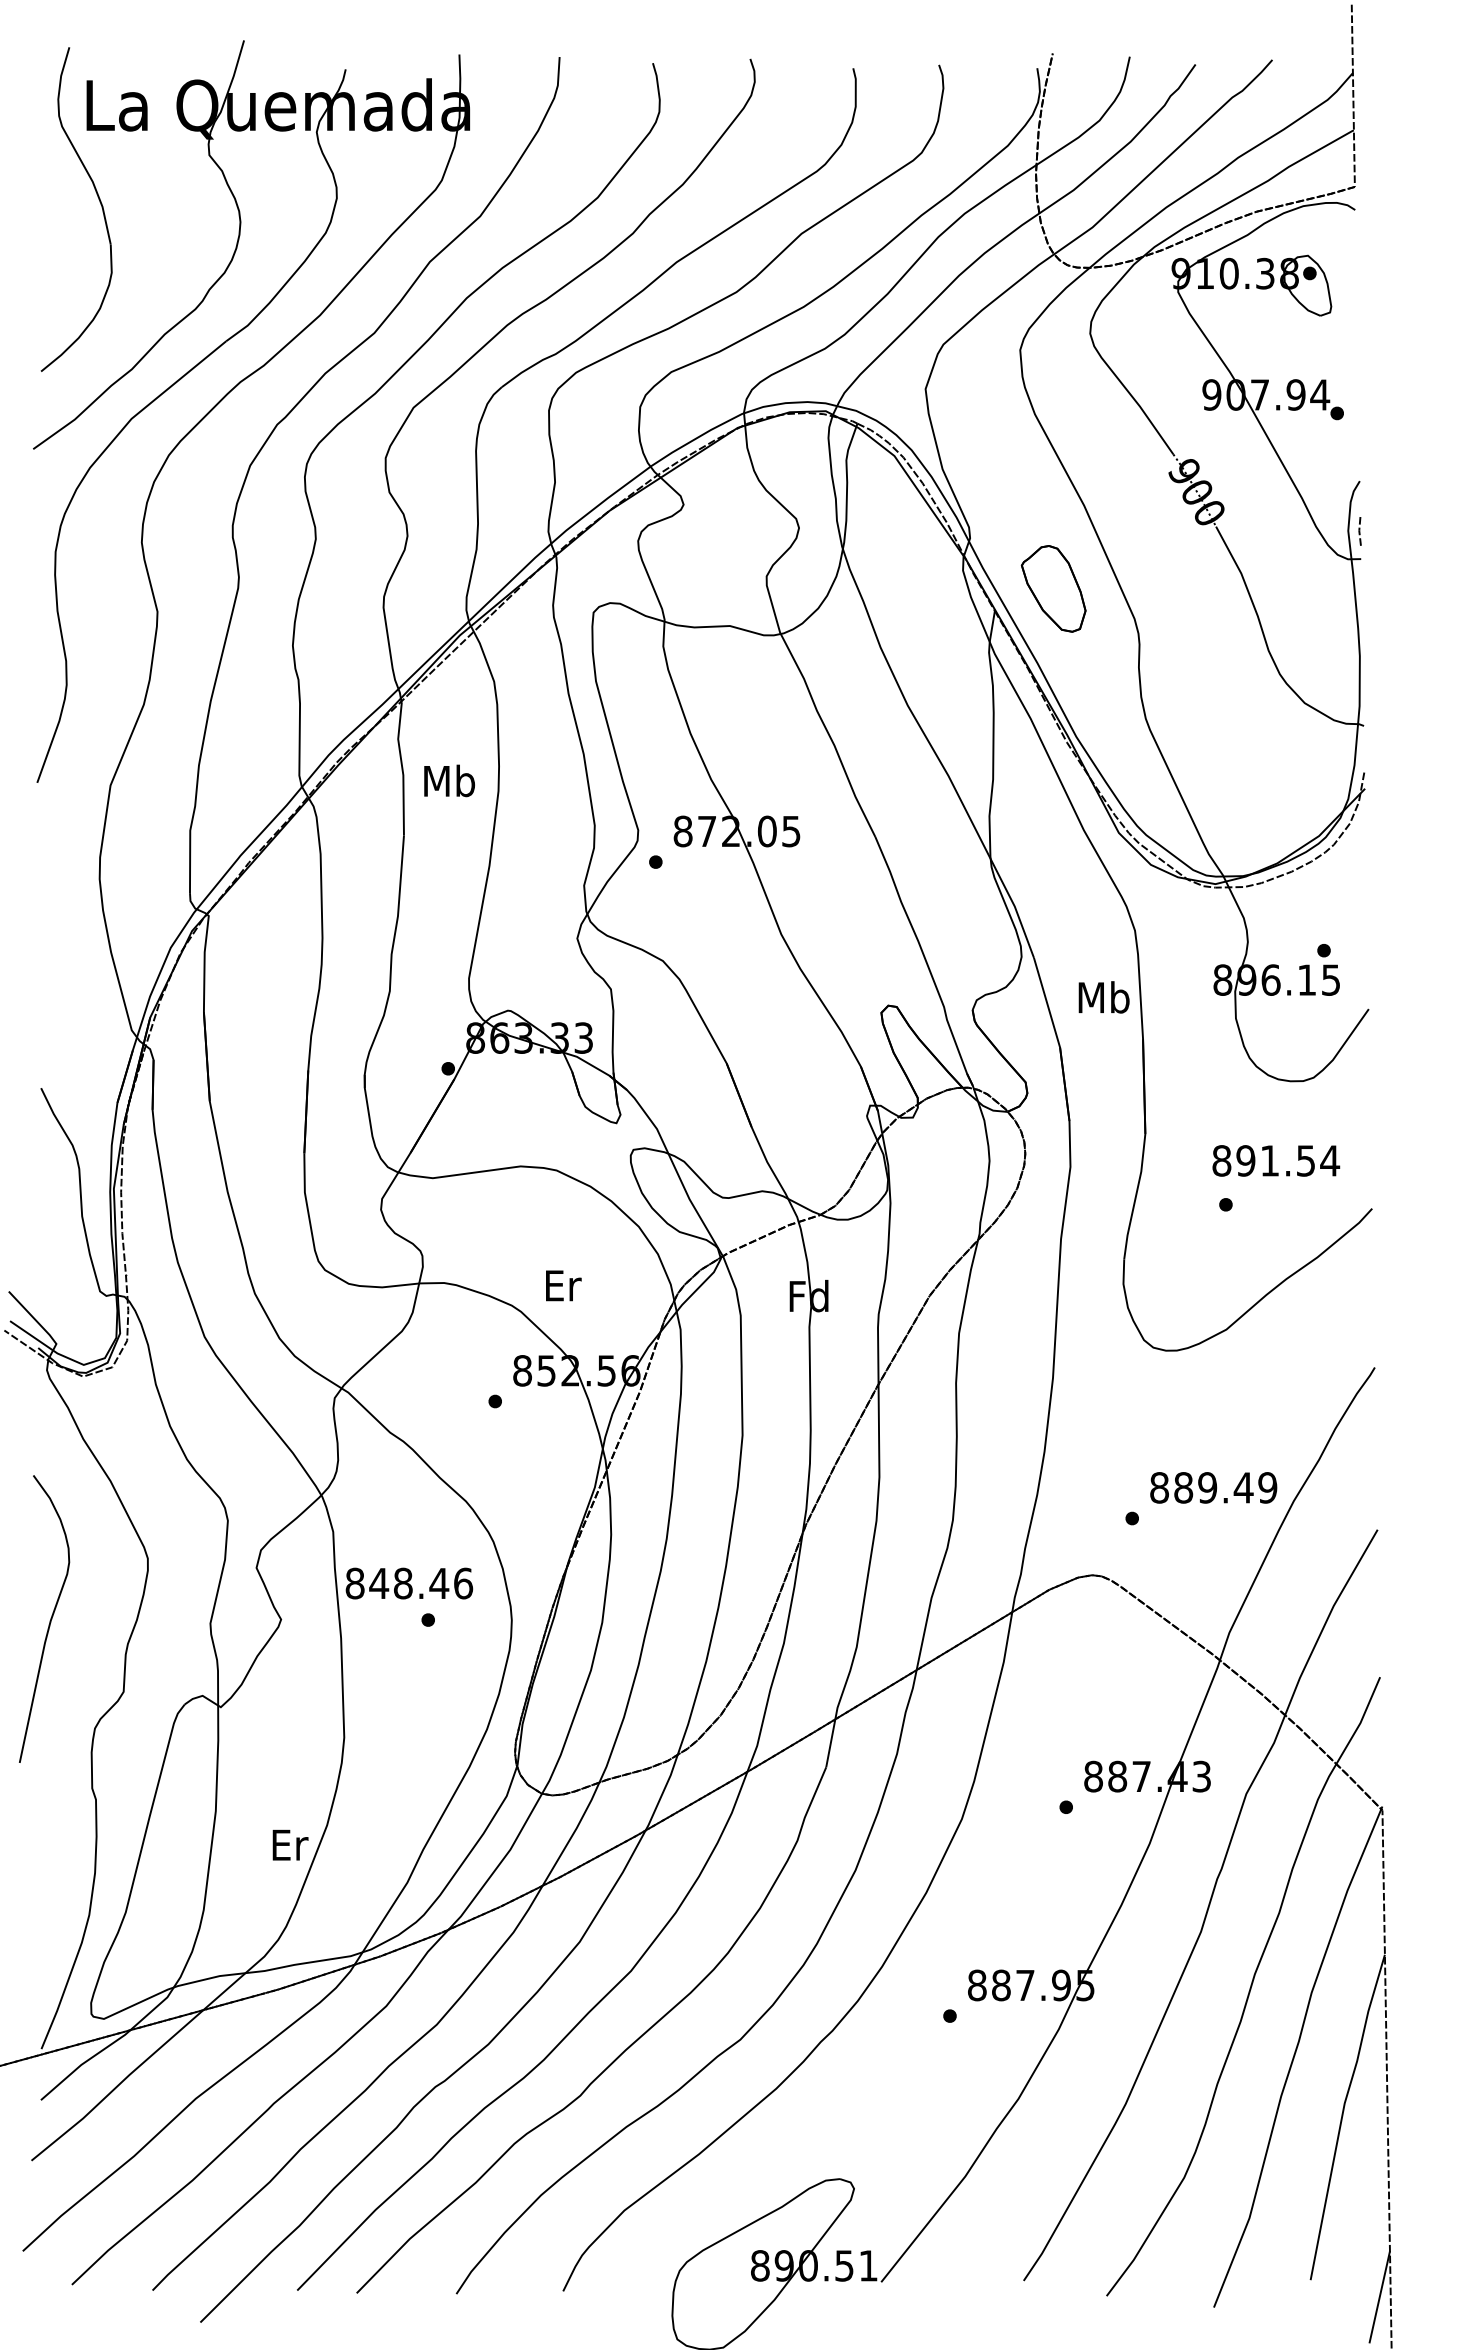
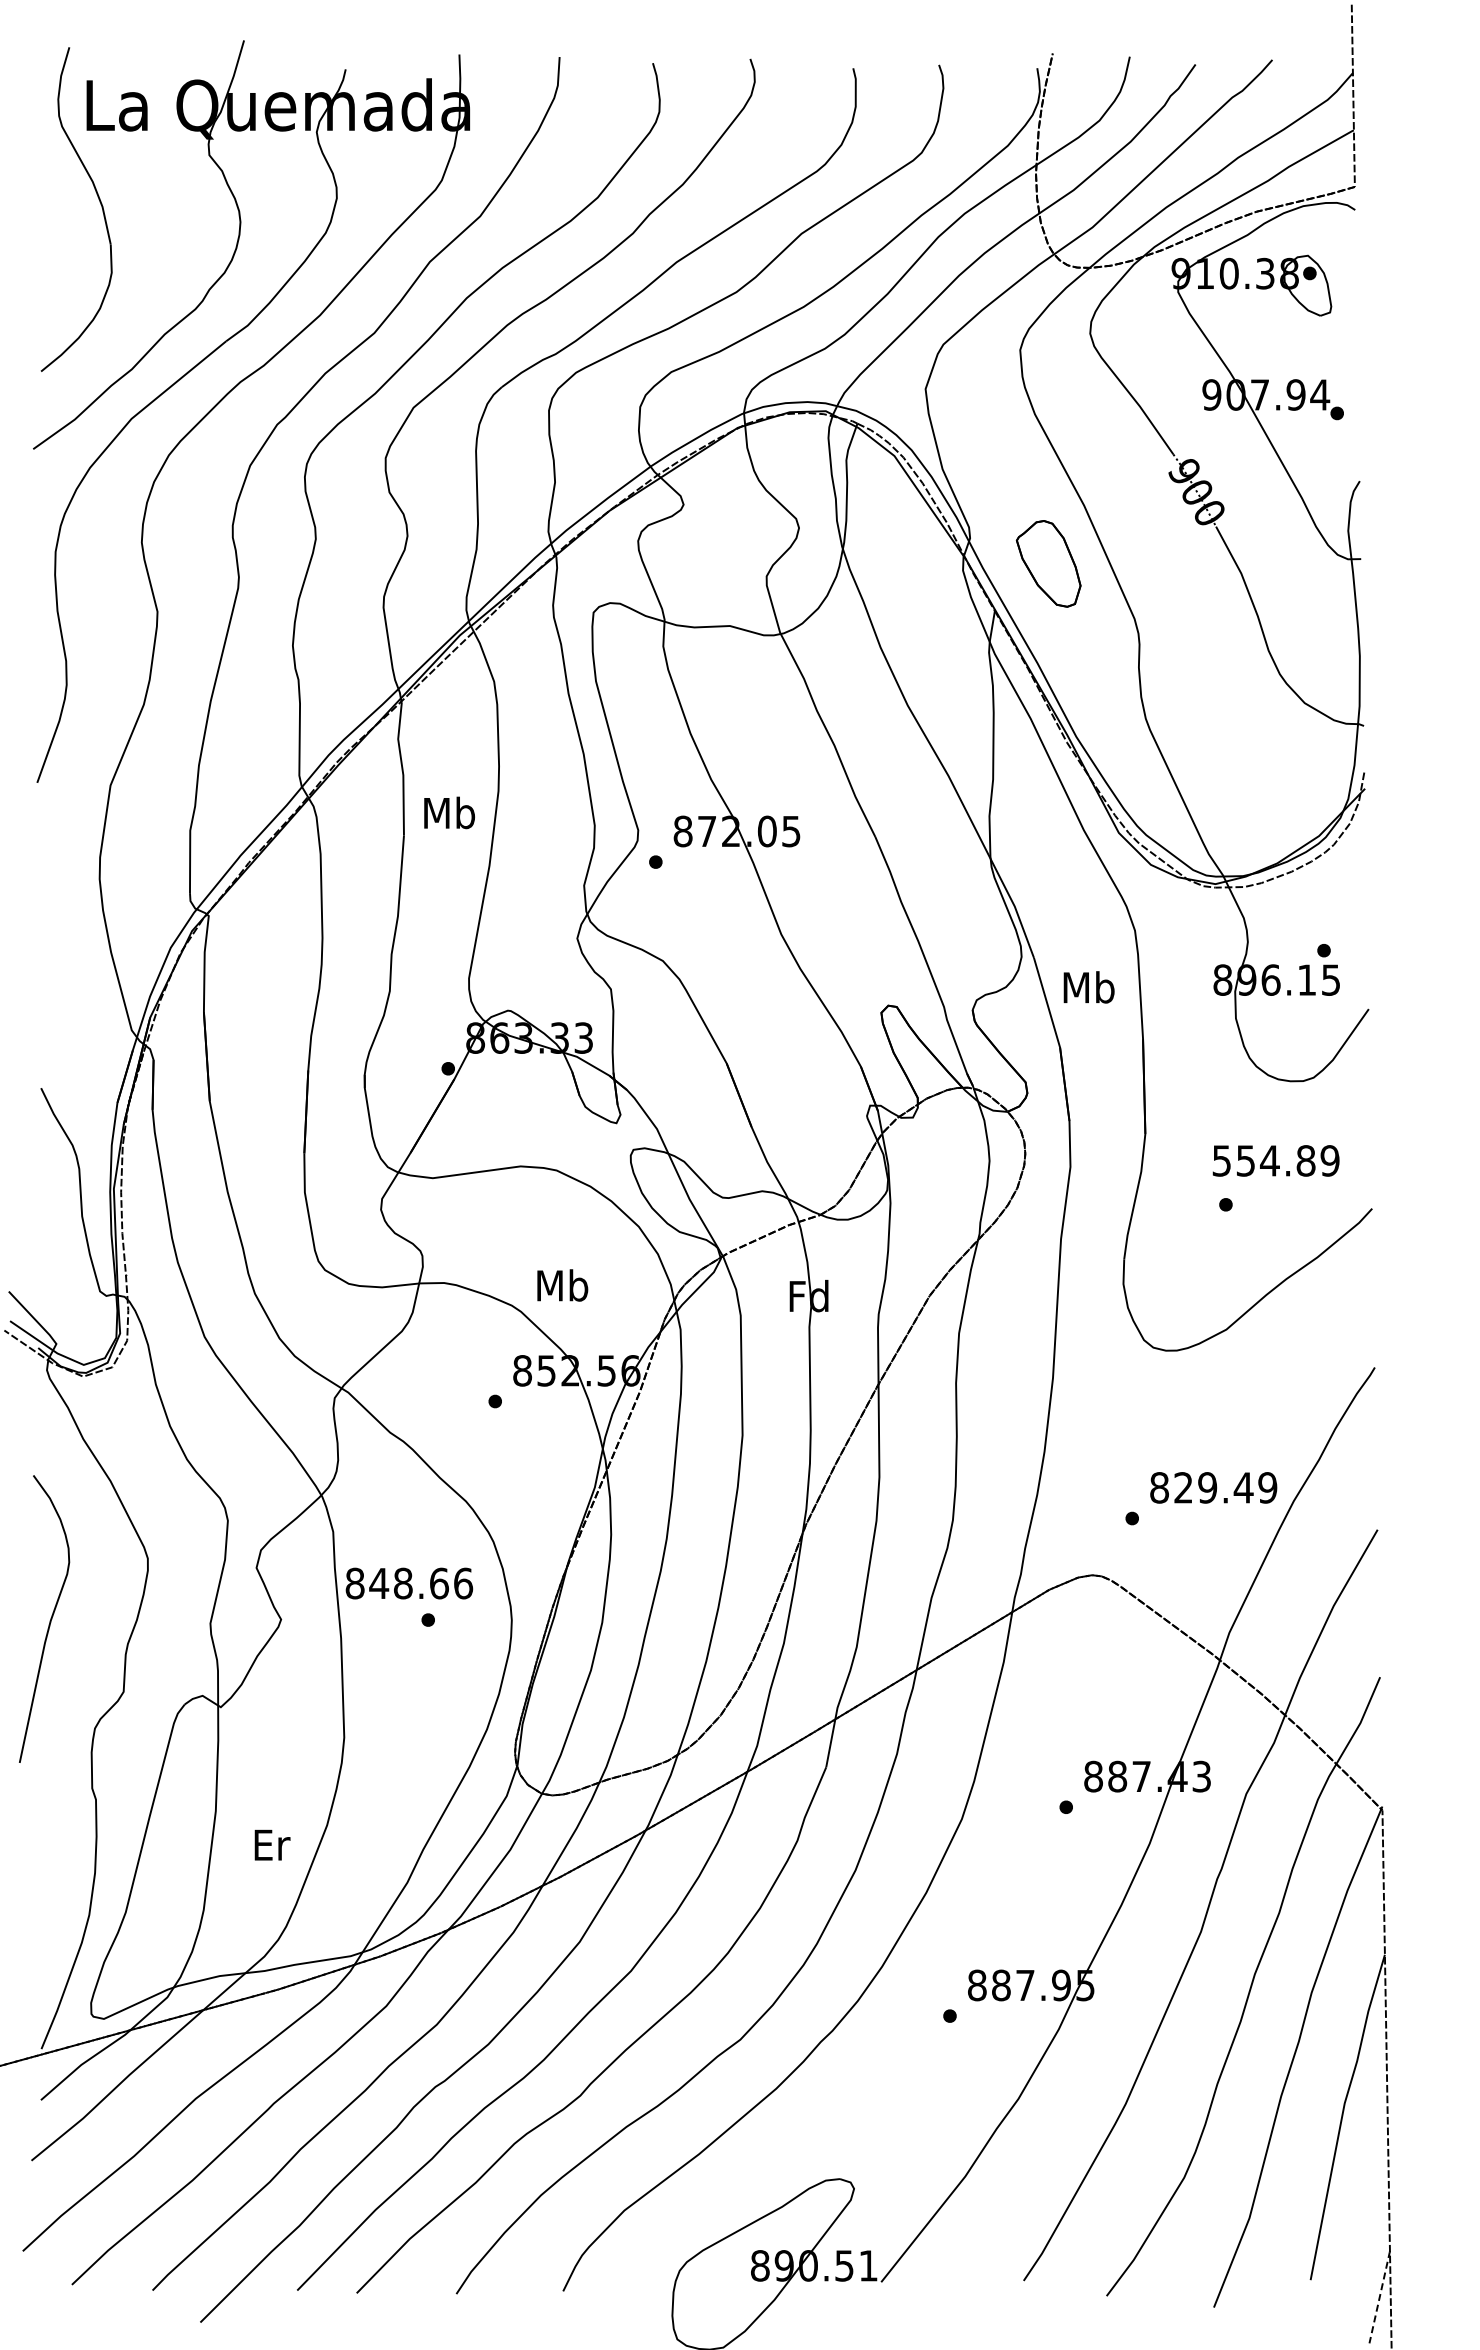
line at (1359, 531): present -> none
part at (1053, 588) position: (1053, 588) -> (1048, 563)
text at (449, 780) position: (449, 780) -> (449, 812)
text at (1103, 997) position: (1103, 997) -> (1088, 987)
text at (1276, 1160): 891.54 -> 554.89
text at (562, 1285): Er -> Mb
text at (1183, 1487): 889.49 -> 829.49
text at (439, 1583): 848.46 -> 848.66
text at (290, 1844) position: (290, 1844) -> (272, 1844)
line at (1379, 2296): solid -> dashed
